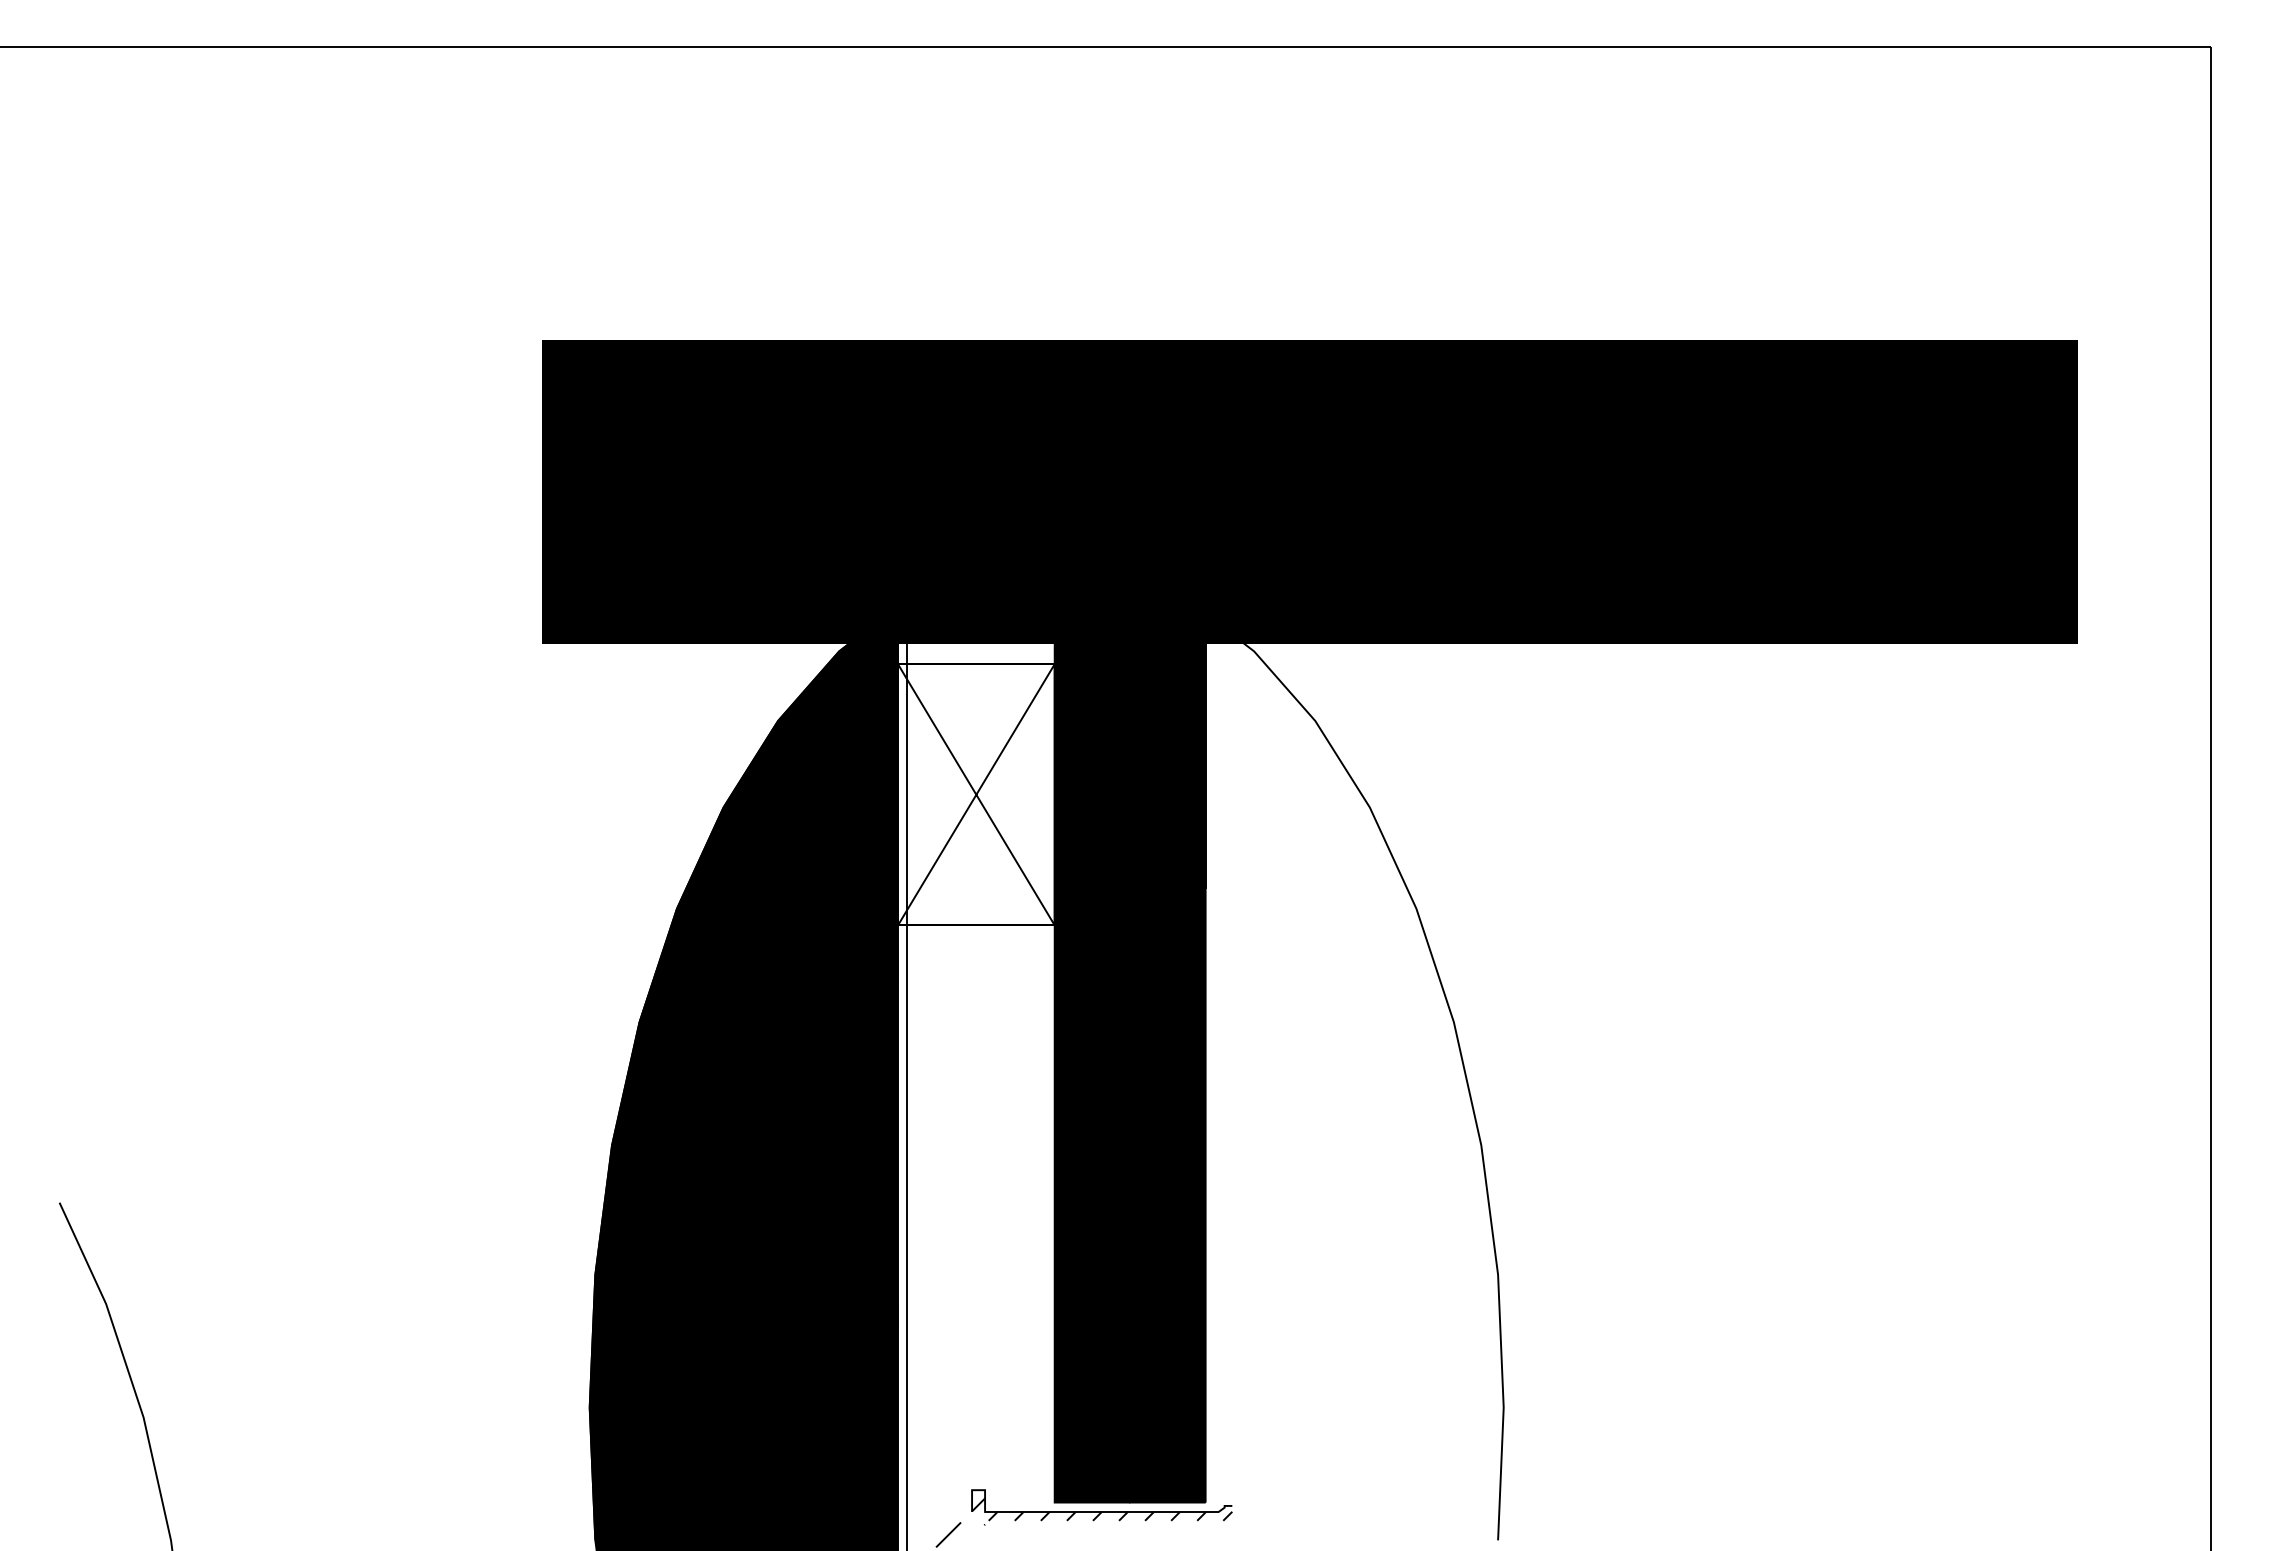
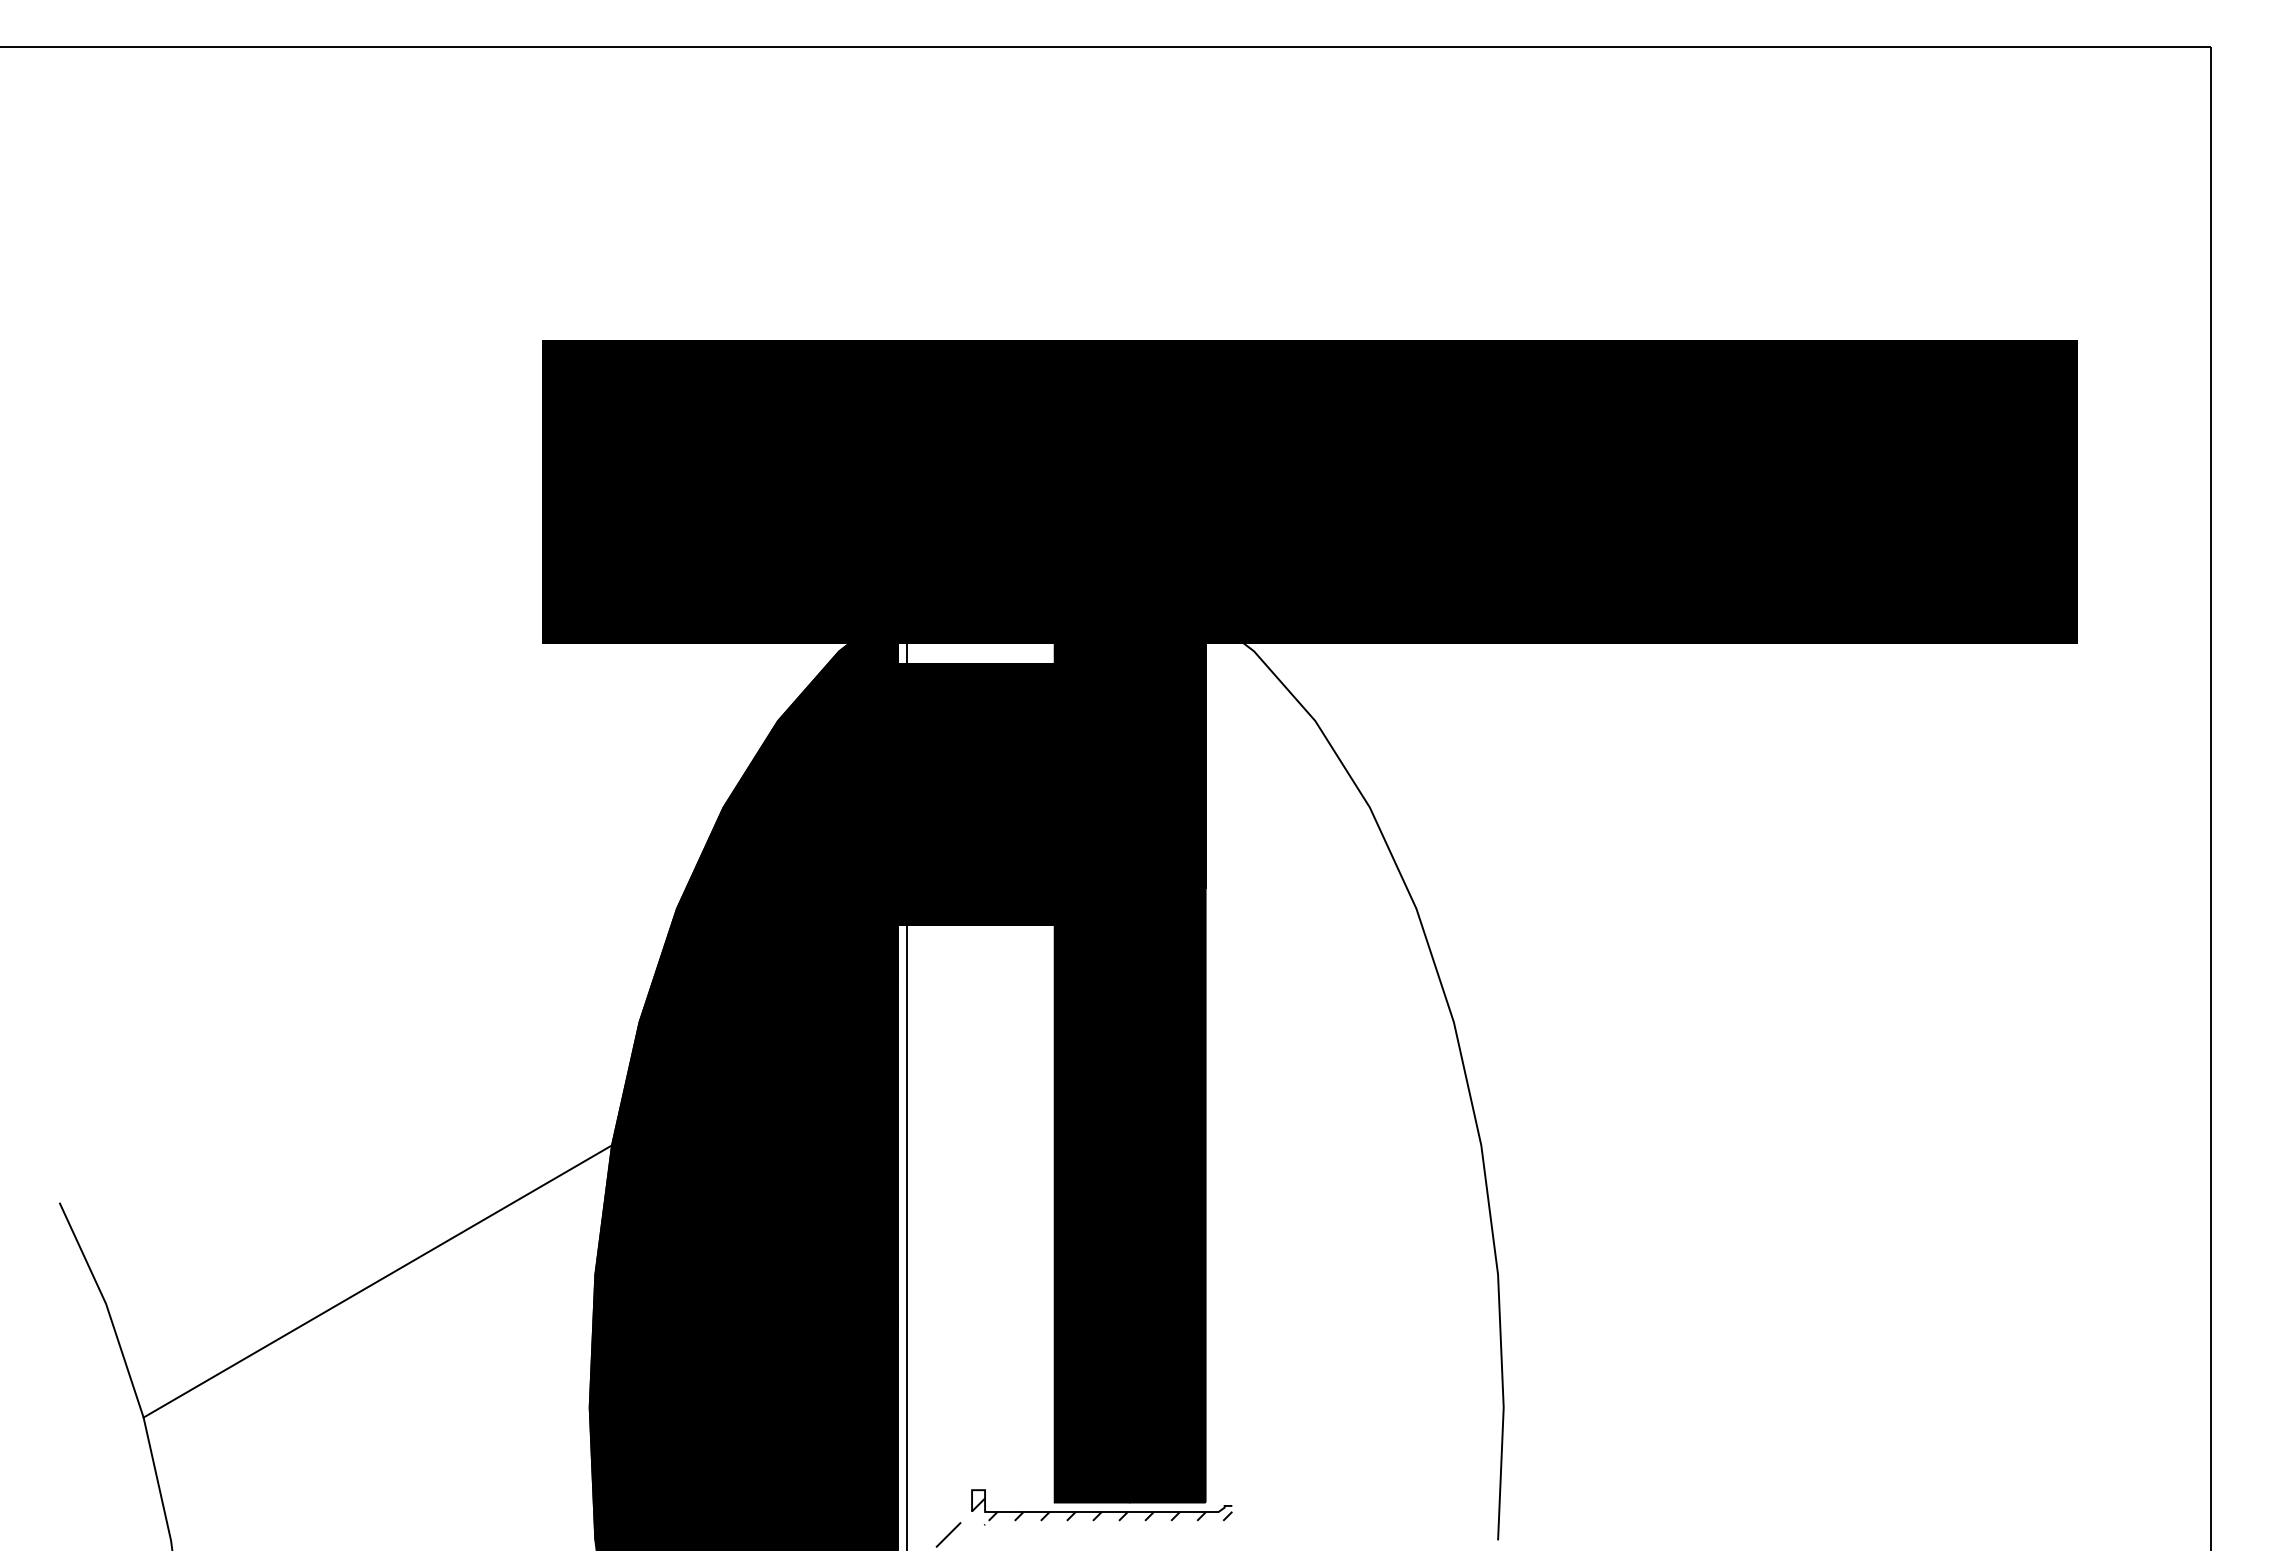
fill at (976, 794): none -> present
line at (377, 1281): none -> present
